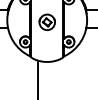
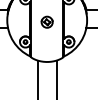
part at (46, 21) size: 18x18 px -> 14x14 px
line at (56, 78): none -> present
